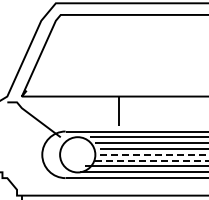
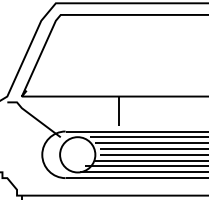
line at (154, 154): dashed -> solid
line at (151, 160): dashed -> solid
